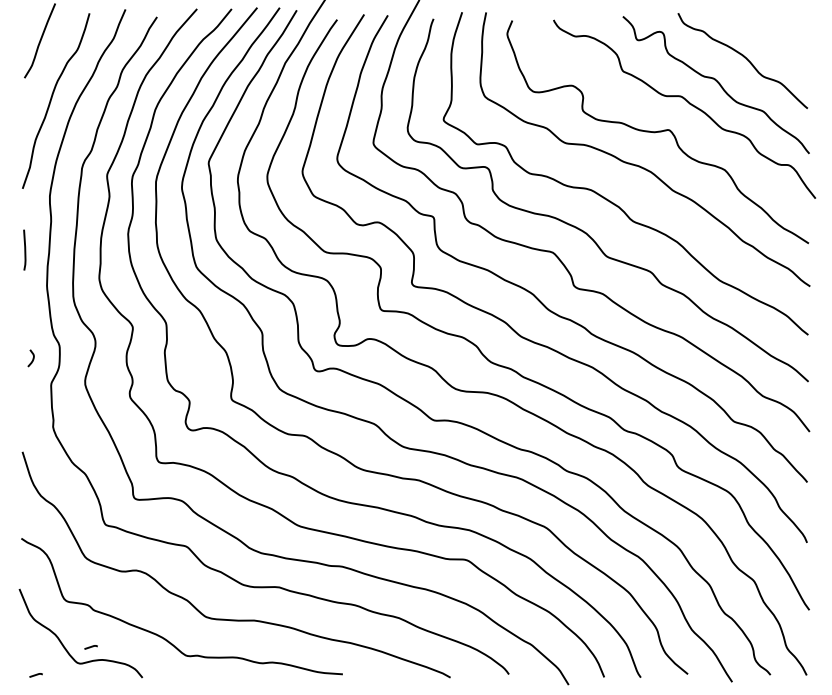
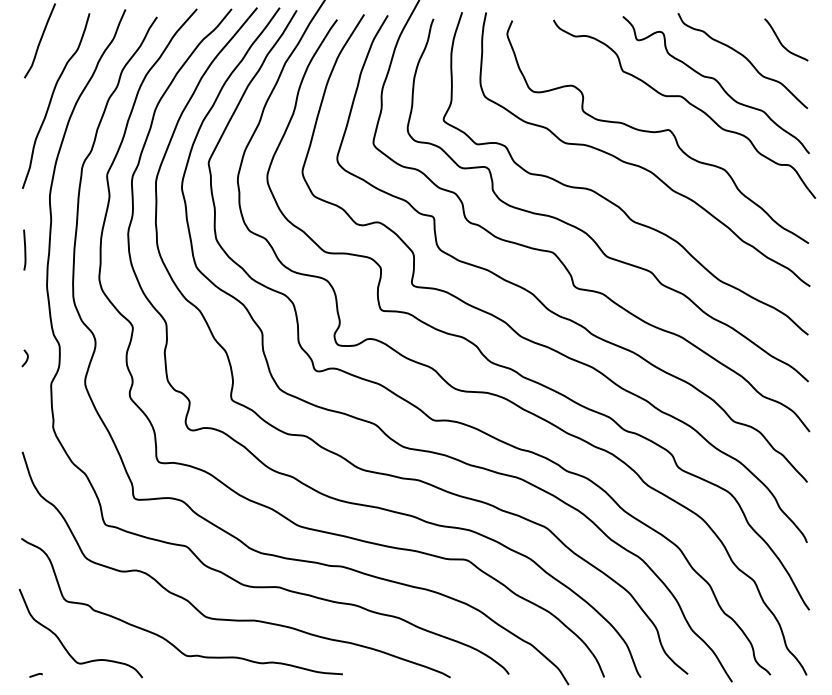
curve at (782, 43): none -> present
curve at (32, 358) position: (32, 358) -> (26, 358)
line at (90, 647): present -> none
